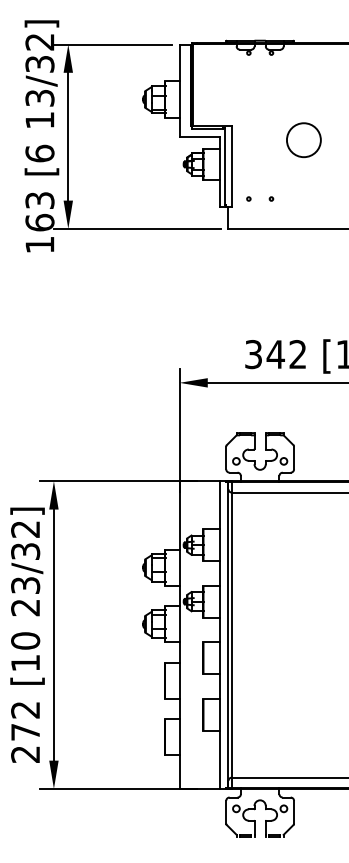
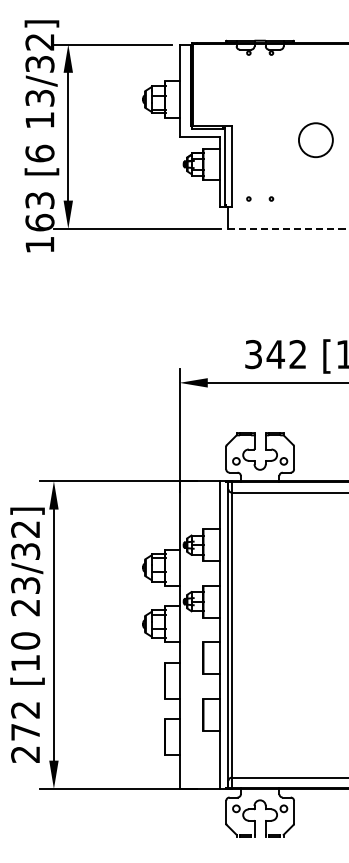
circle at (303, 140) position: (303, 140) -> (315, 140)
line at (288, 228): solid -> dashed
